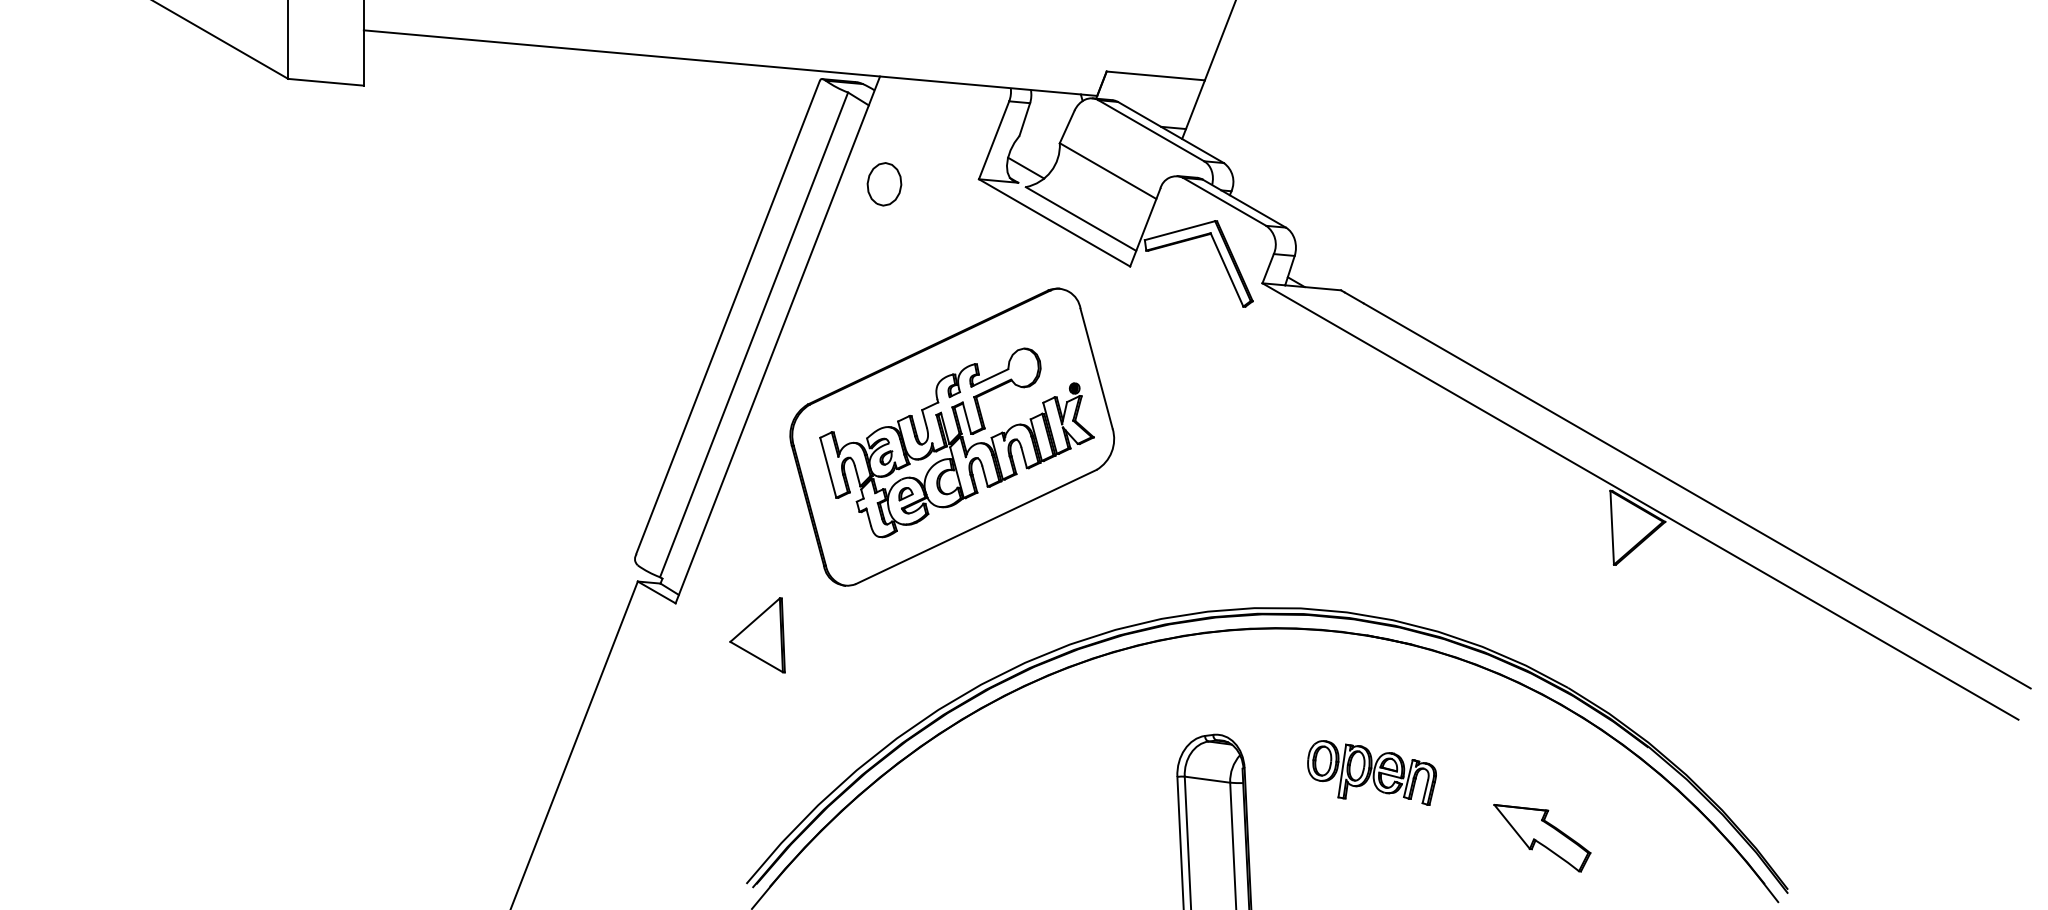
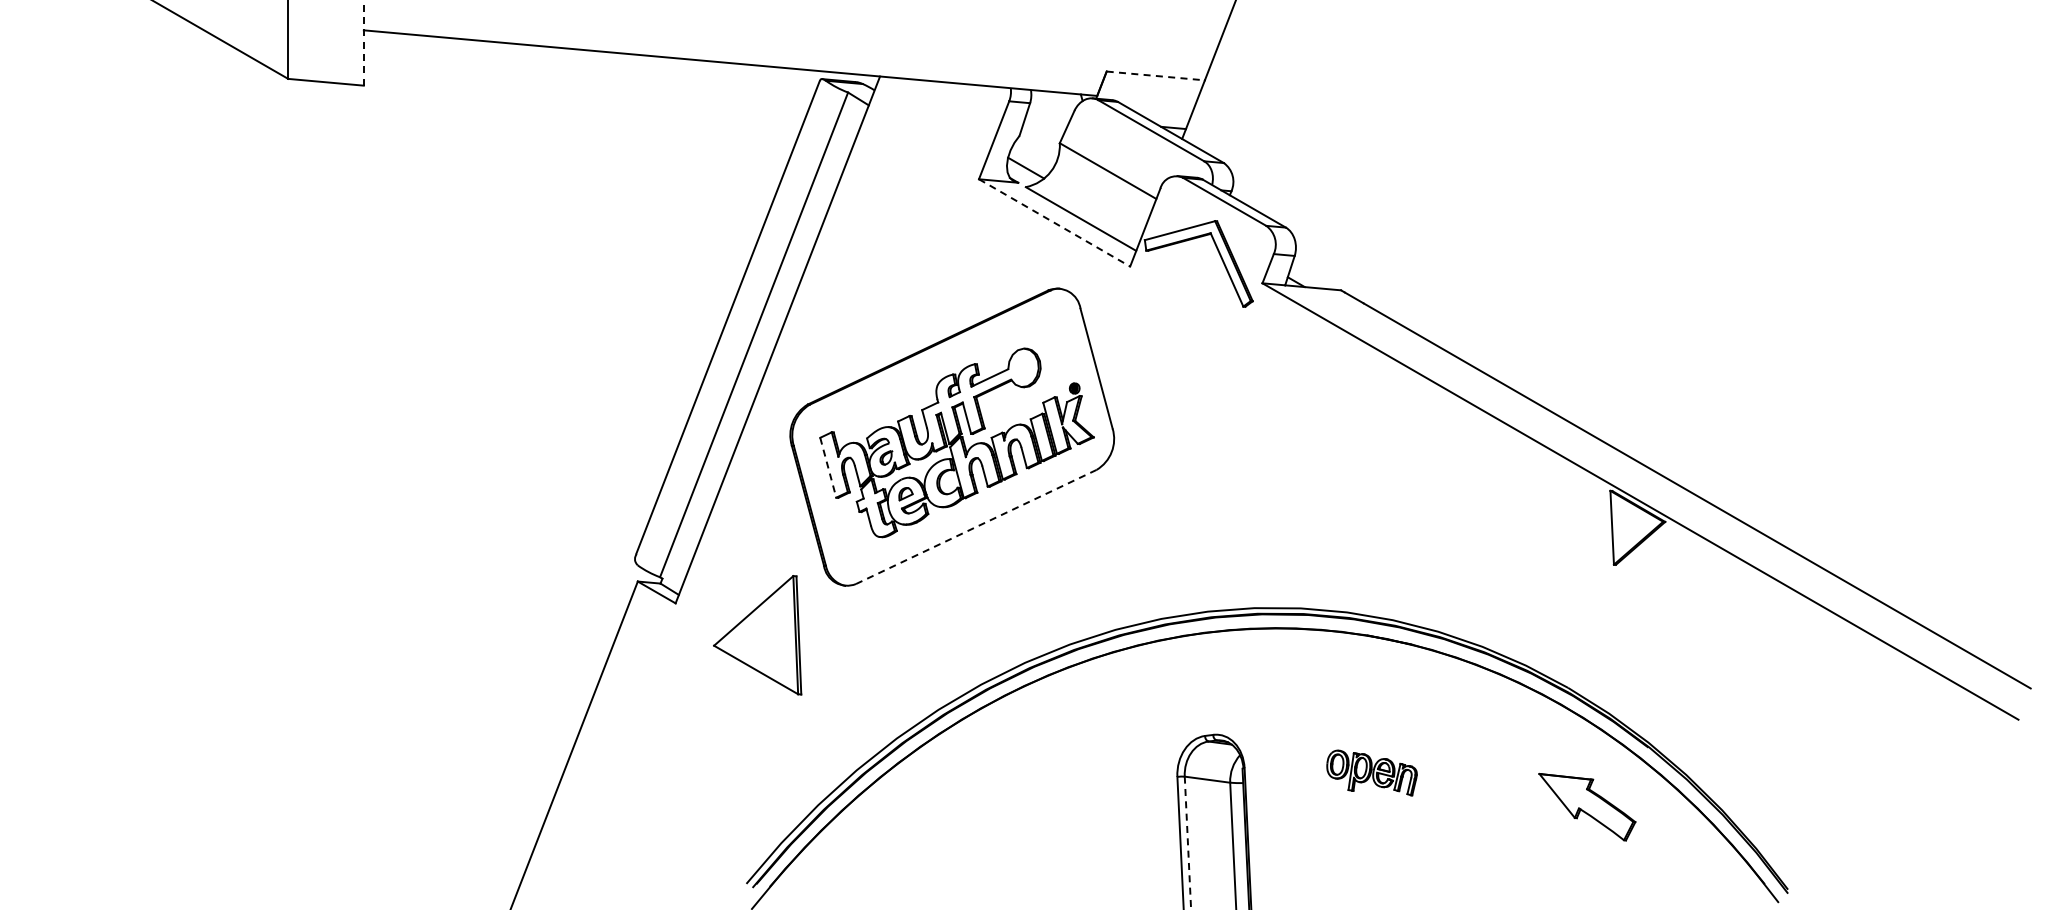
line at (363, 42): solid -> dashed
line at (1156, 76): solid -> dashed
part at (884, 184): present -> none
line at (1055, 223): solid -> dashed
line at (828, 467): solid -> dashed
line at (976, 526): solid -> dashed
part at (757, 635) size: 57x77 px -> 90x121 px
part at (1371, 772) size: 130x66 px -> 92x48 px
part at (1542, 838) position: (1542, 838) -> (1587, 807)
line at (1187, 843): solid -> dashed
